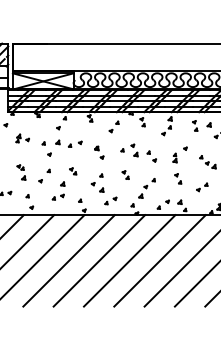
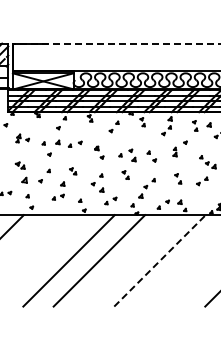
line at (116, 43): solid -> dashed
part at (129, 150) position: (129, 150) -> (127, 155)
part at (179, 154) position: (179, 154) -> (179, 148)
part at (21, 172) size: 11x17 px -> 14x23 px
part at (202, 187) position: (202, 187) -> (202, 181)
line at (28, 240): present -> none
line at (43, 256): present -> none
line at (129, 260): present -> none
line at (160, 260): solid -> dashed
line at (180, 269): present -> none
line at (195, 285): present -> none
